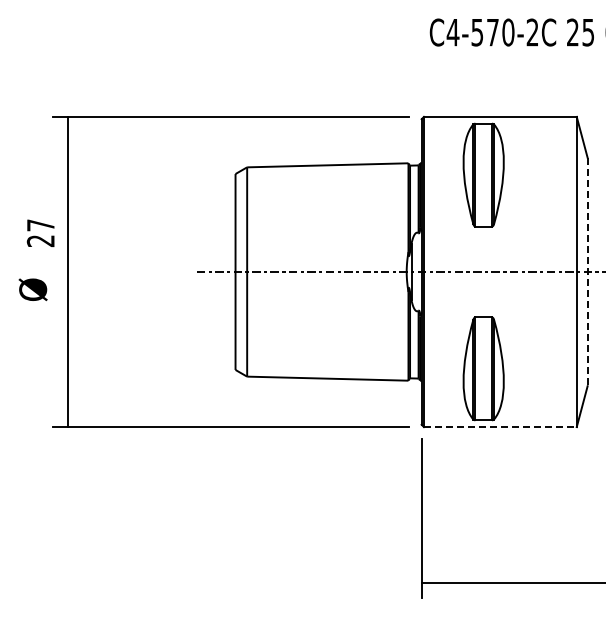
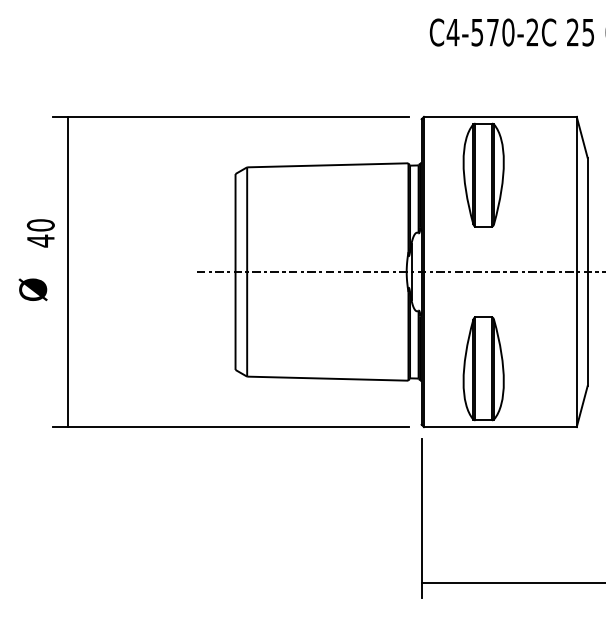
text at (40, 233): 27 -> 40
line at (587, 272): dashed -> solid
line at (500, 427): dashed -> solid
